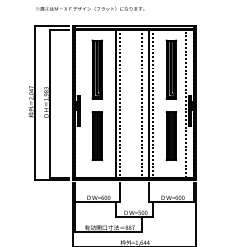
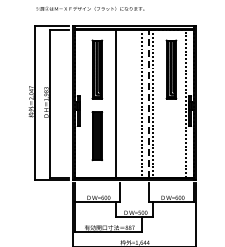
line at (119, 103): present -> none
line at (148, 103): solid -> dashed
part at (171, 136): present -> none
